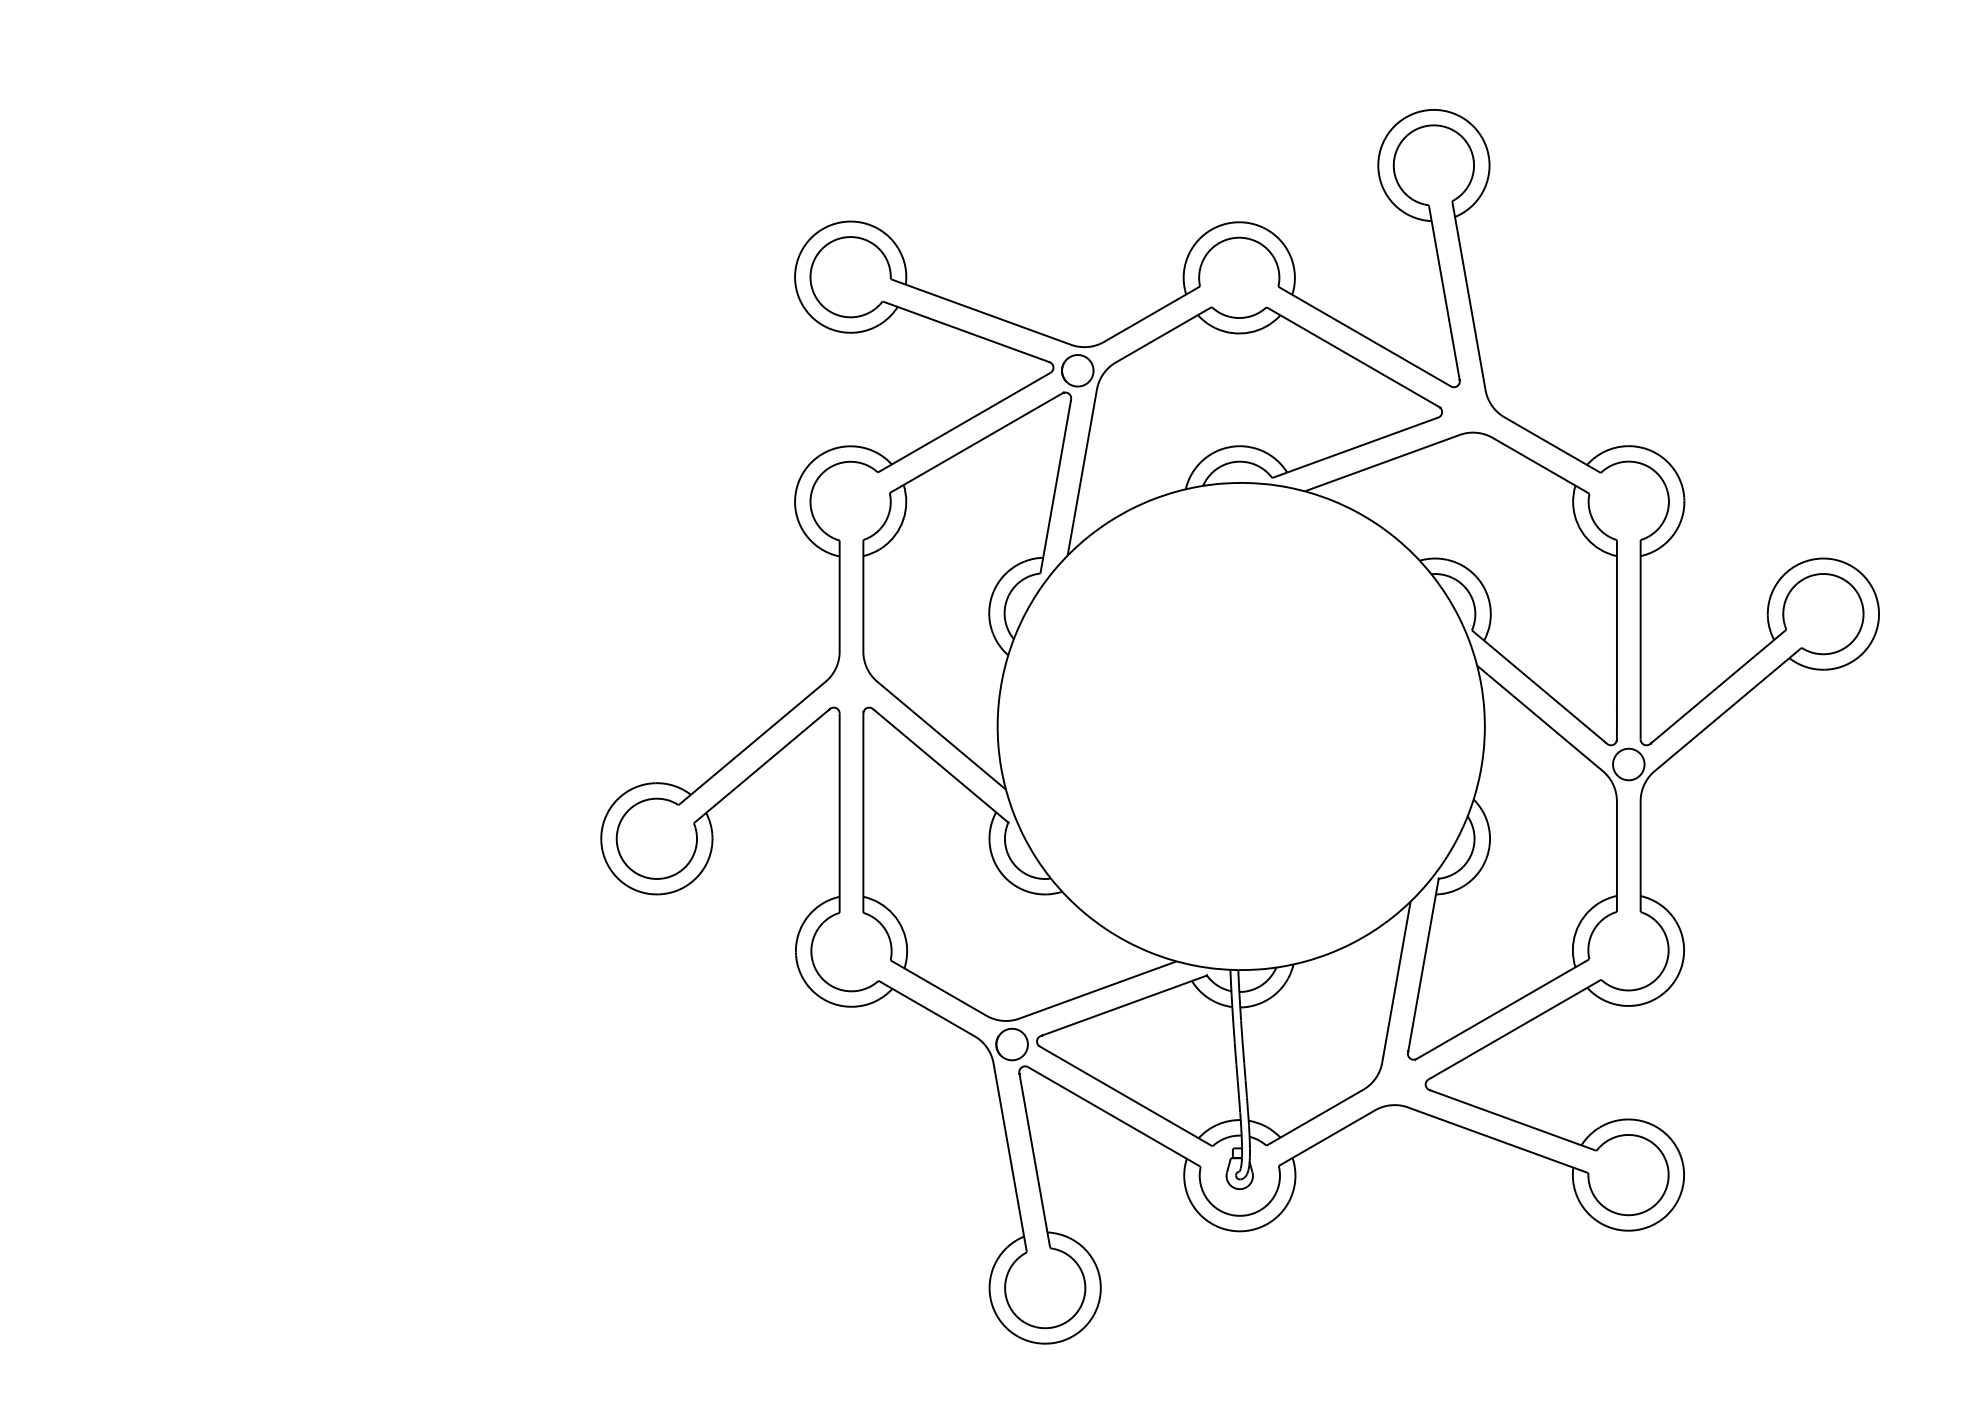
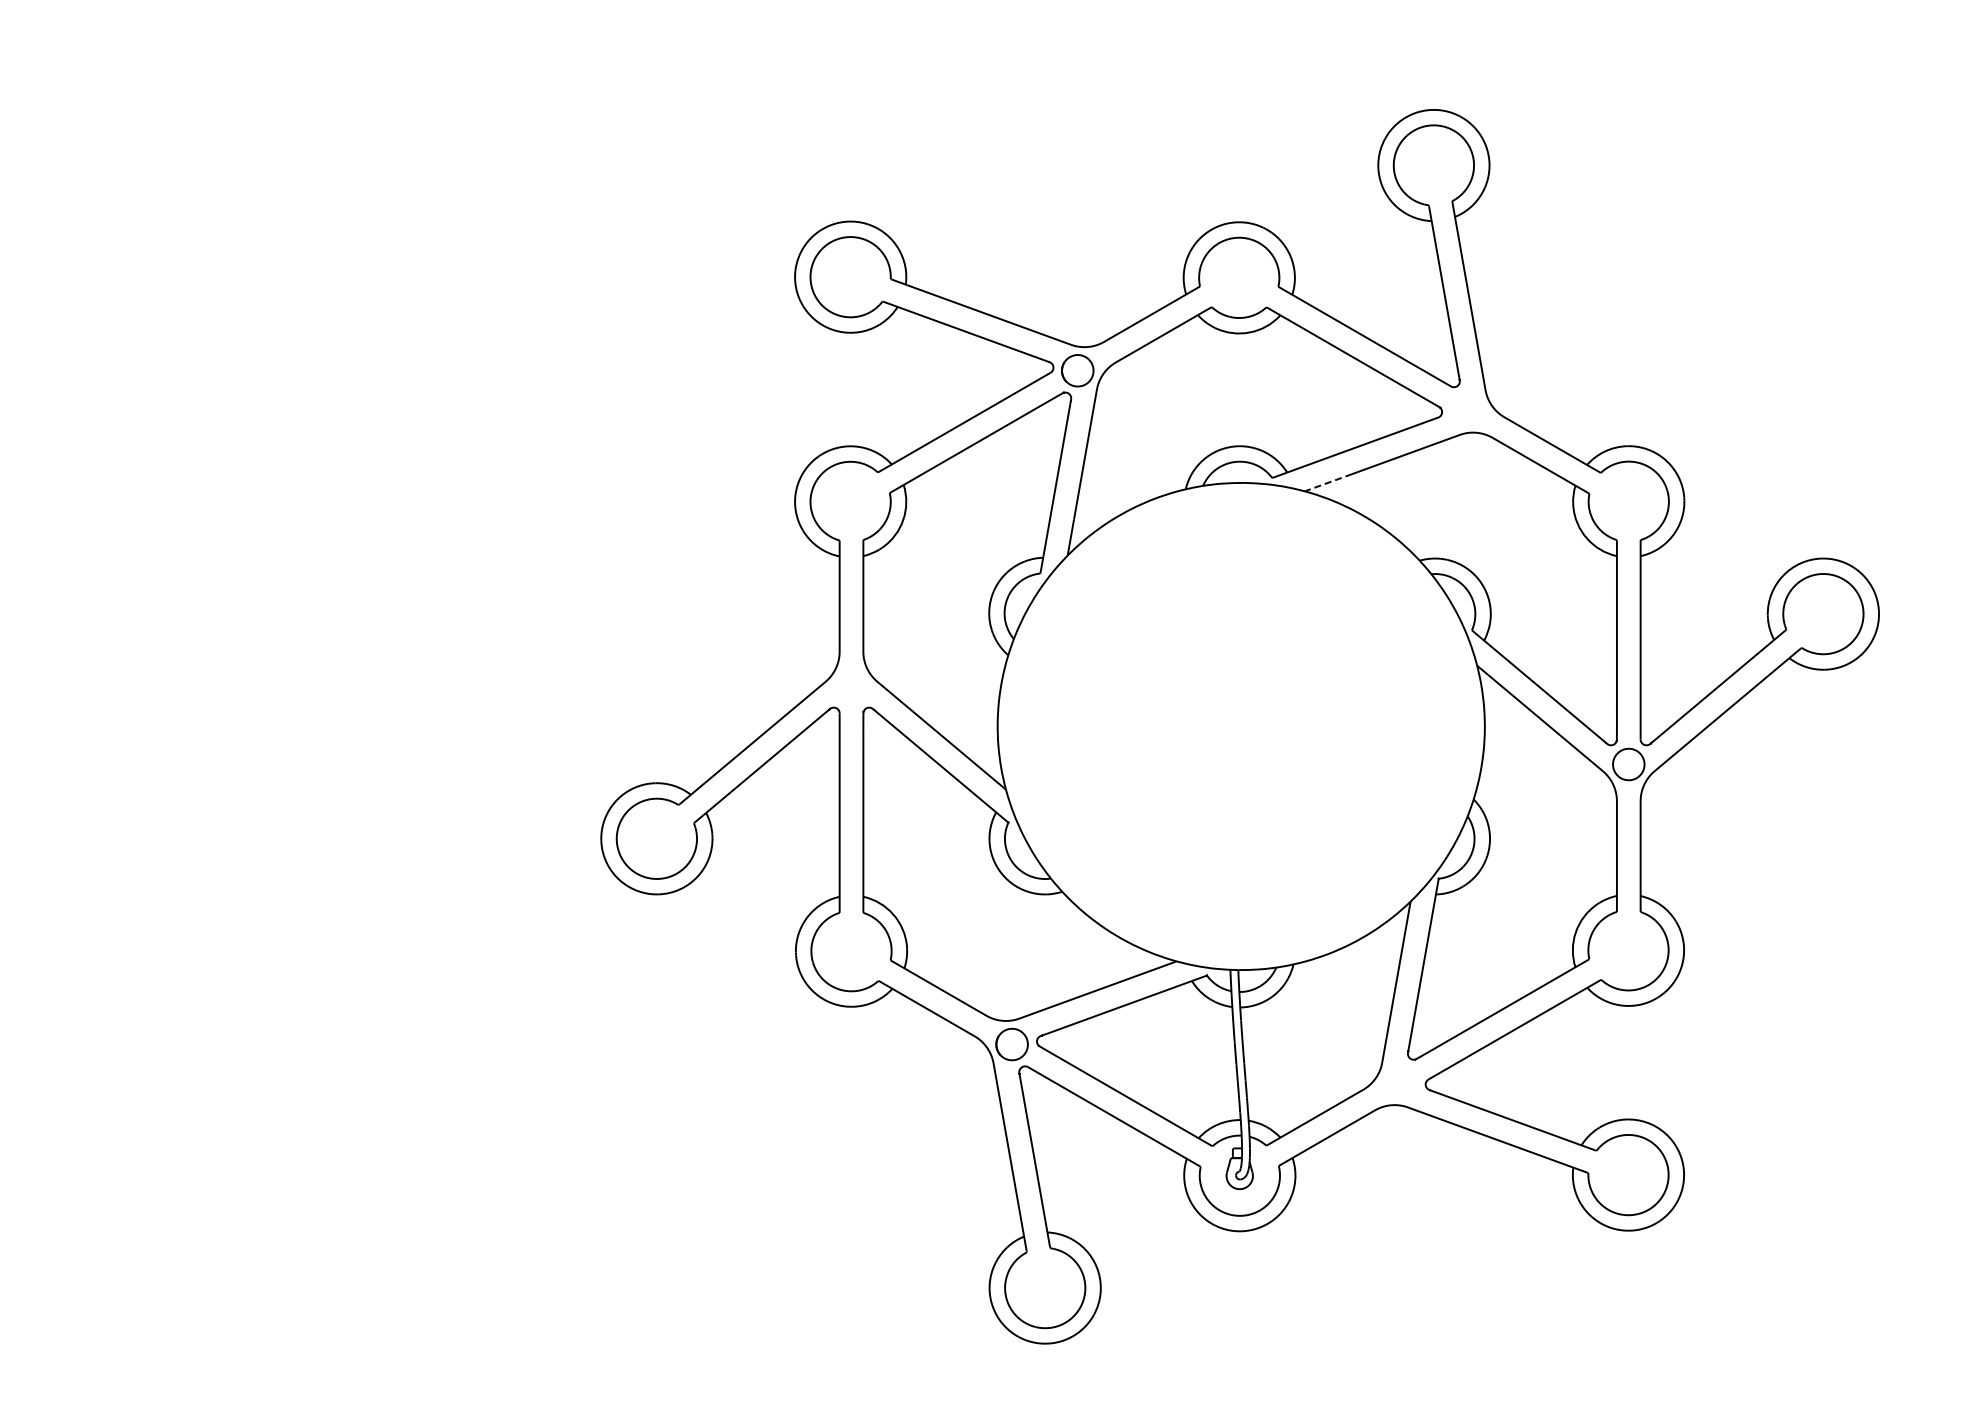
line at (1327, 482): solid -> dashed
